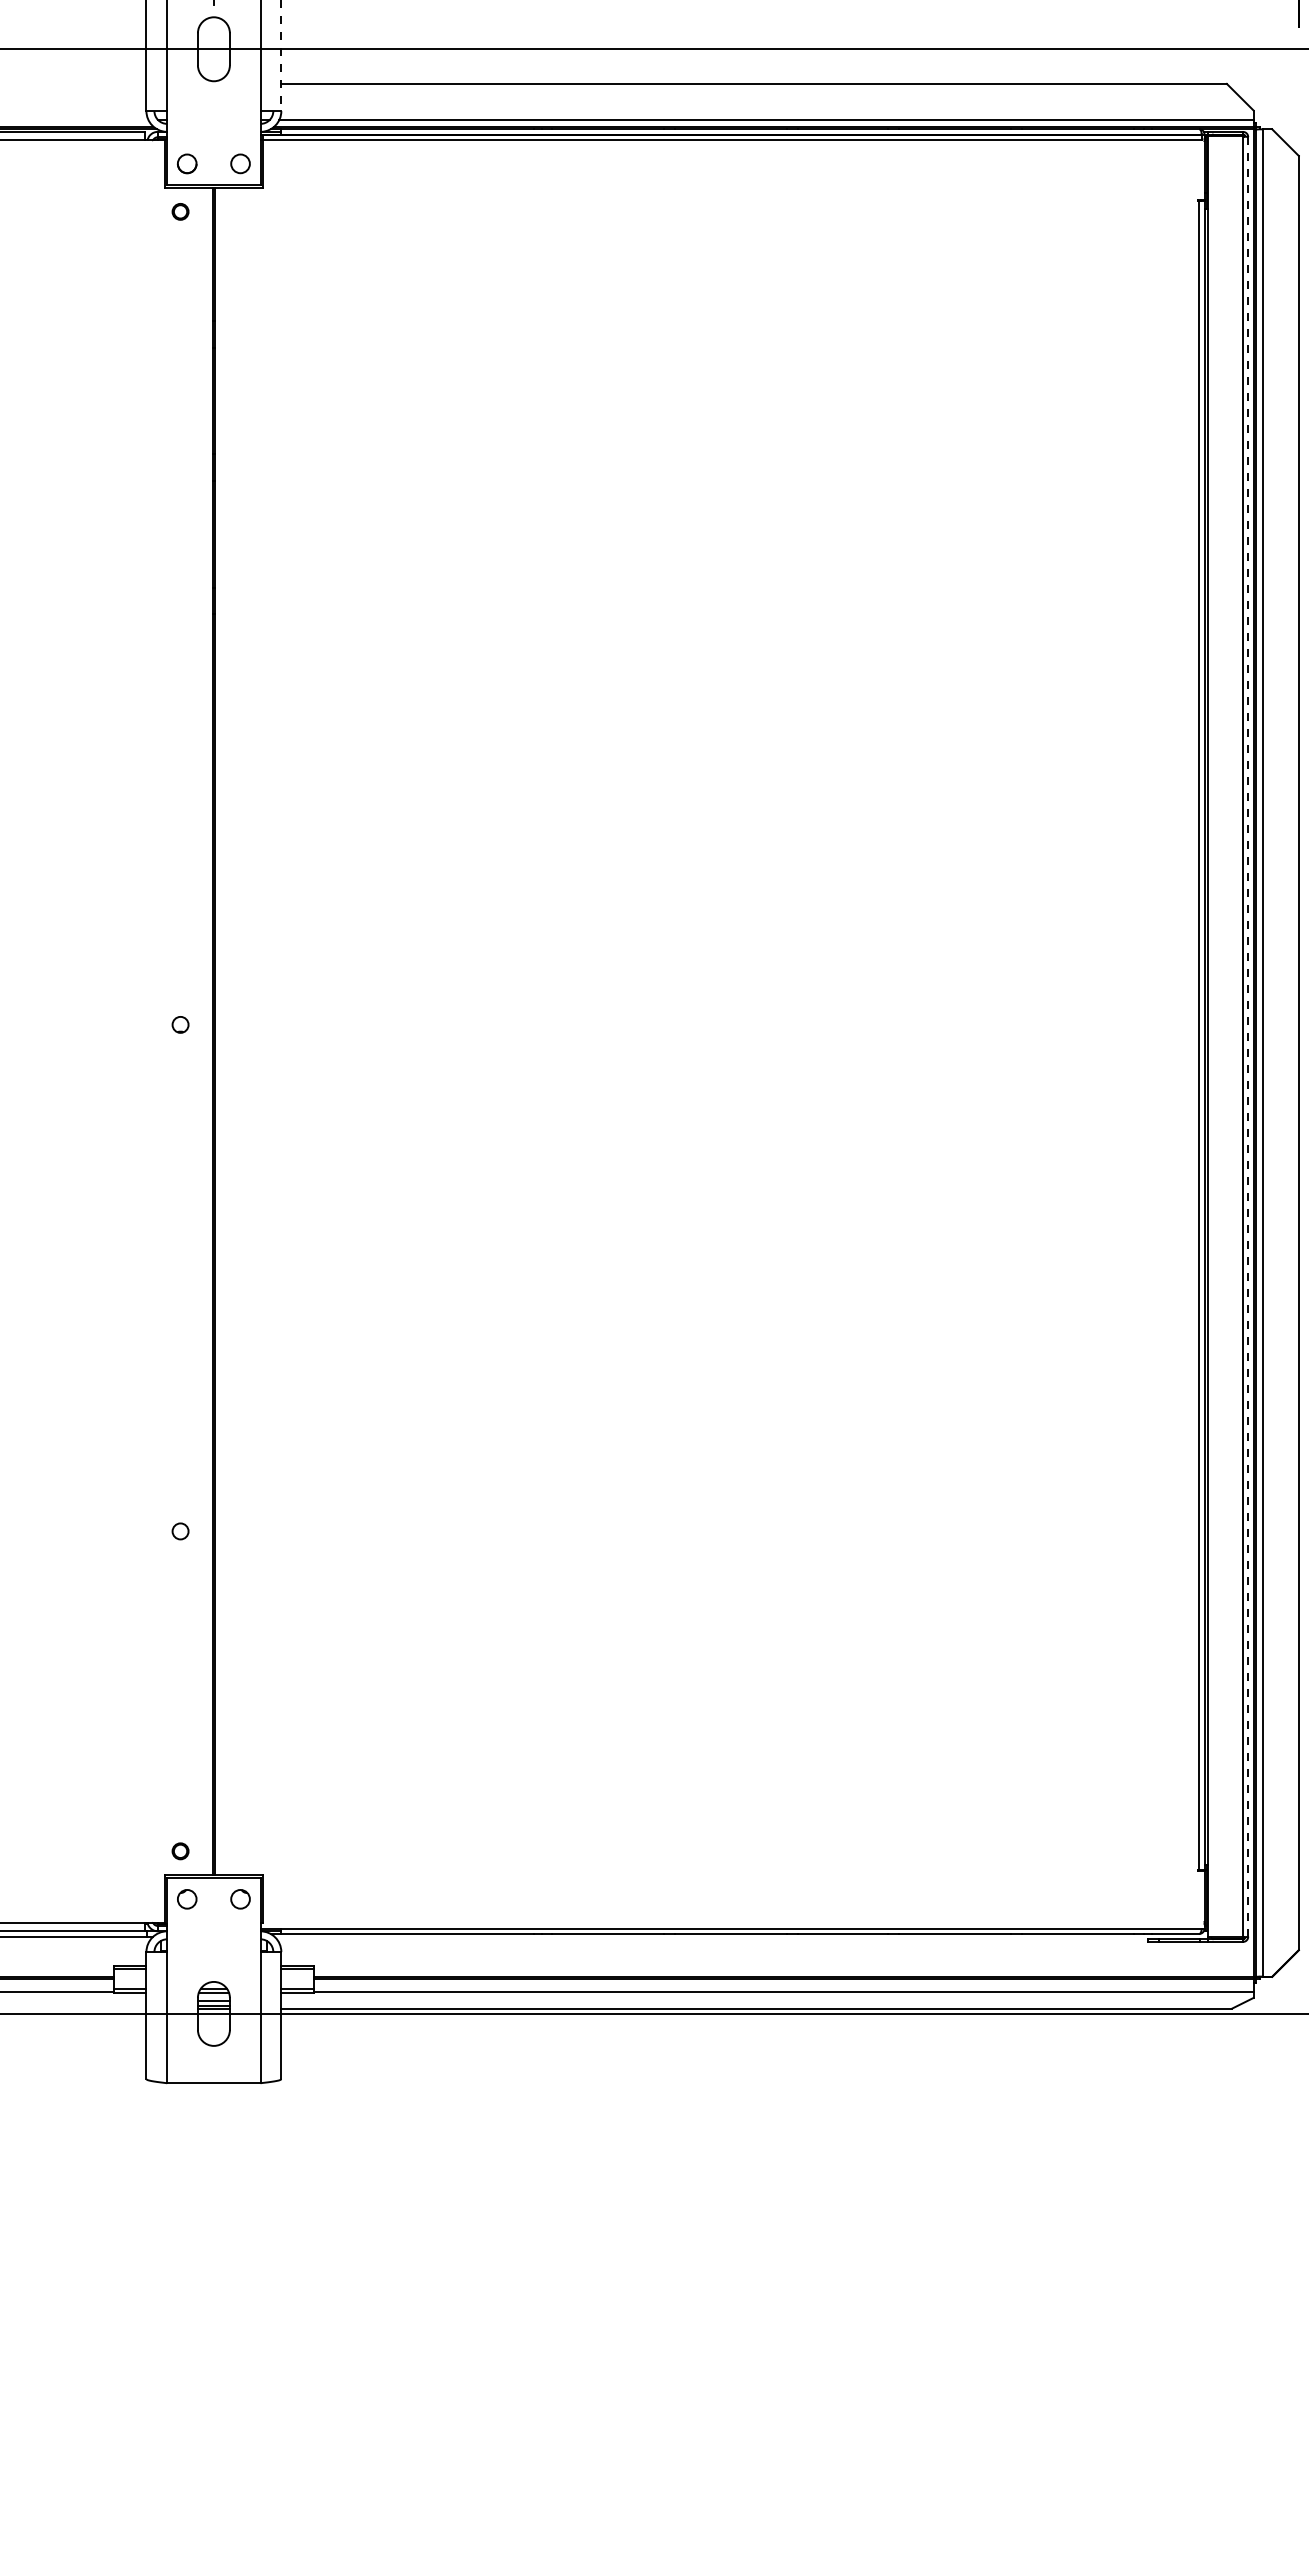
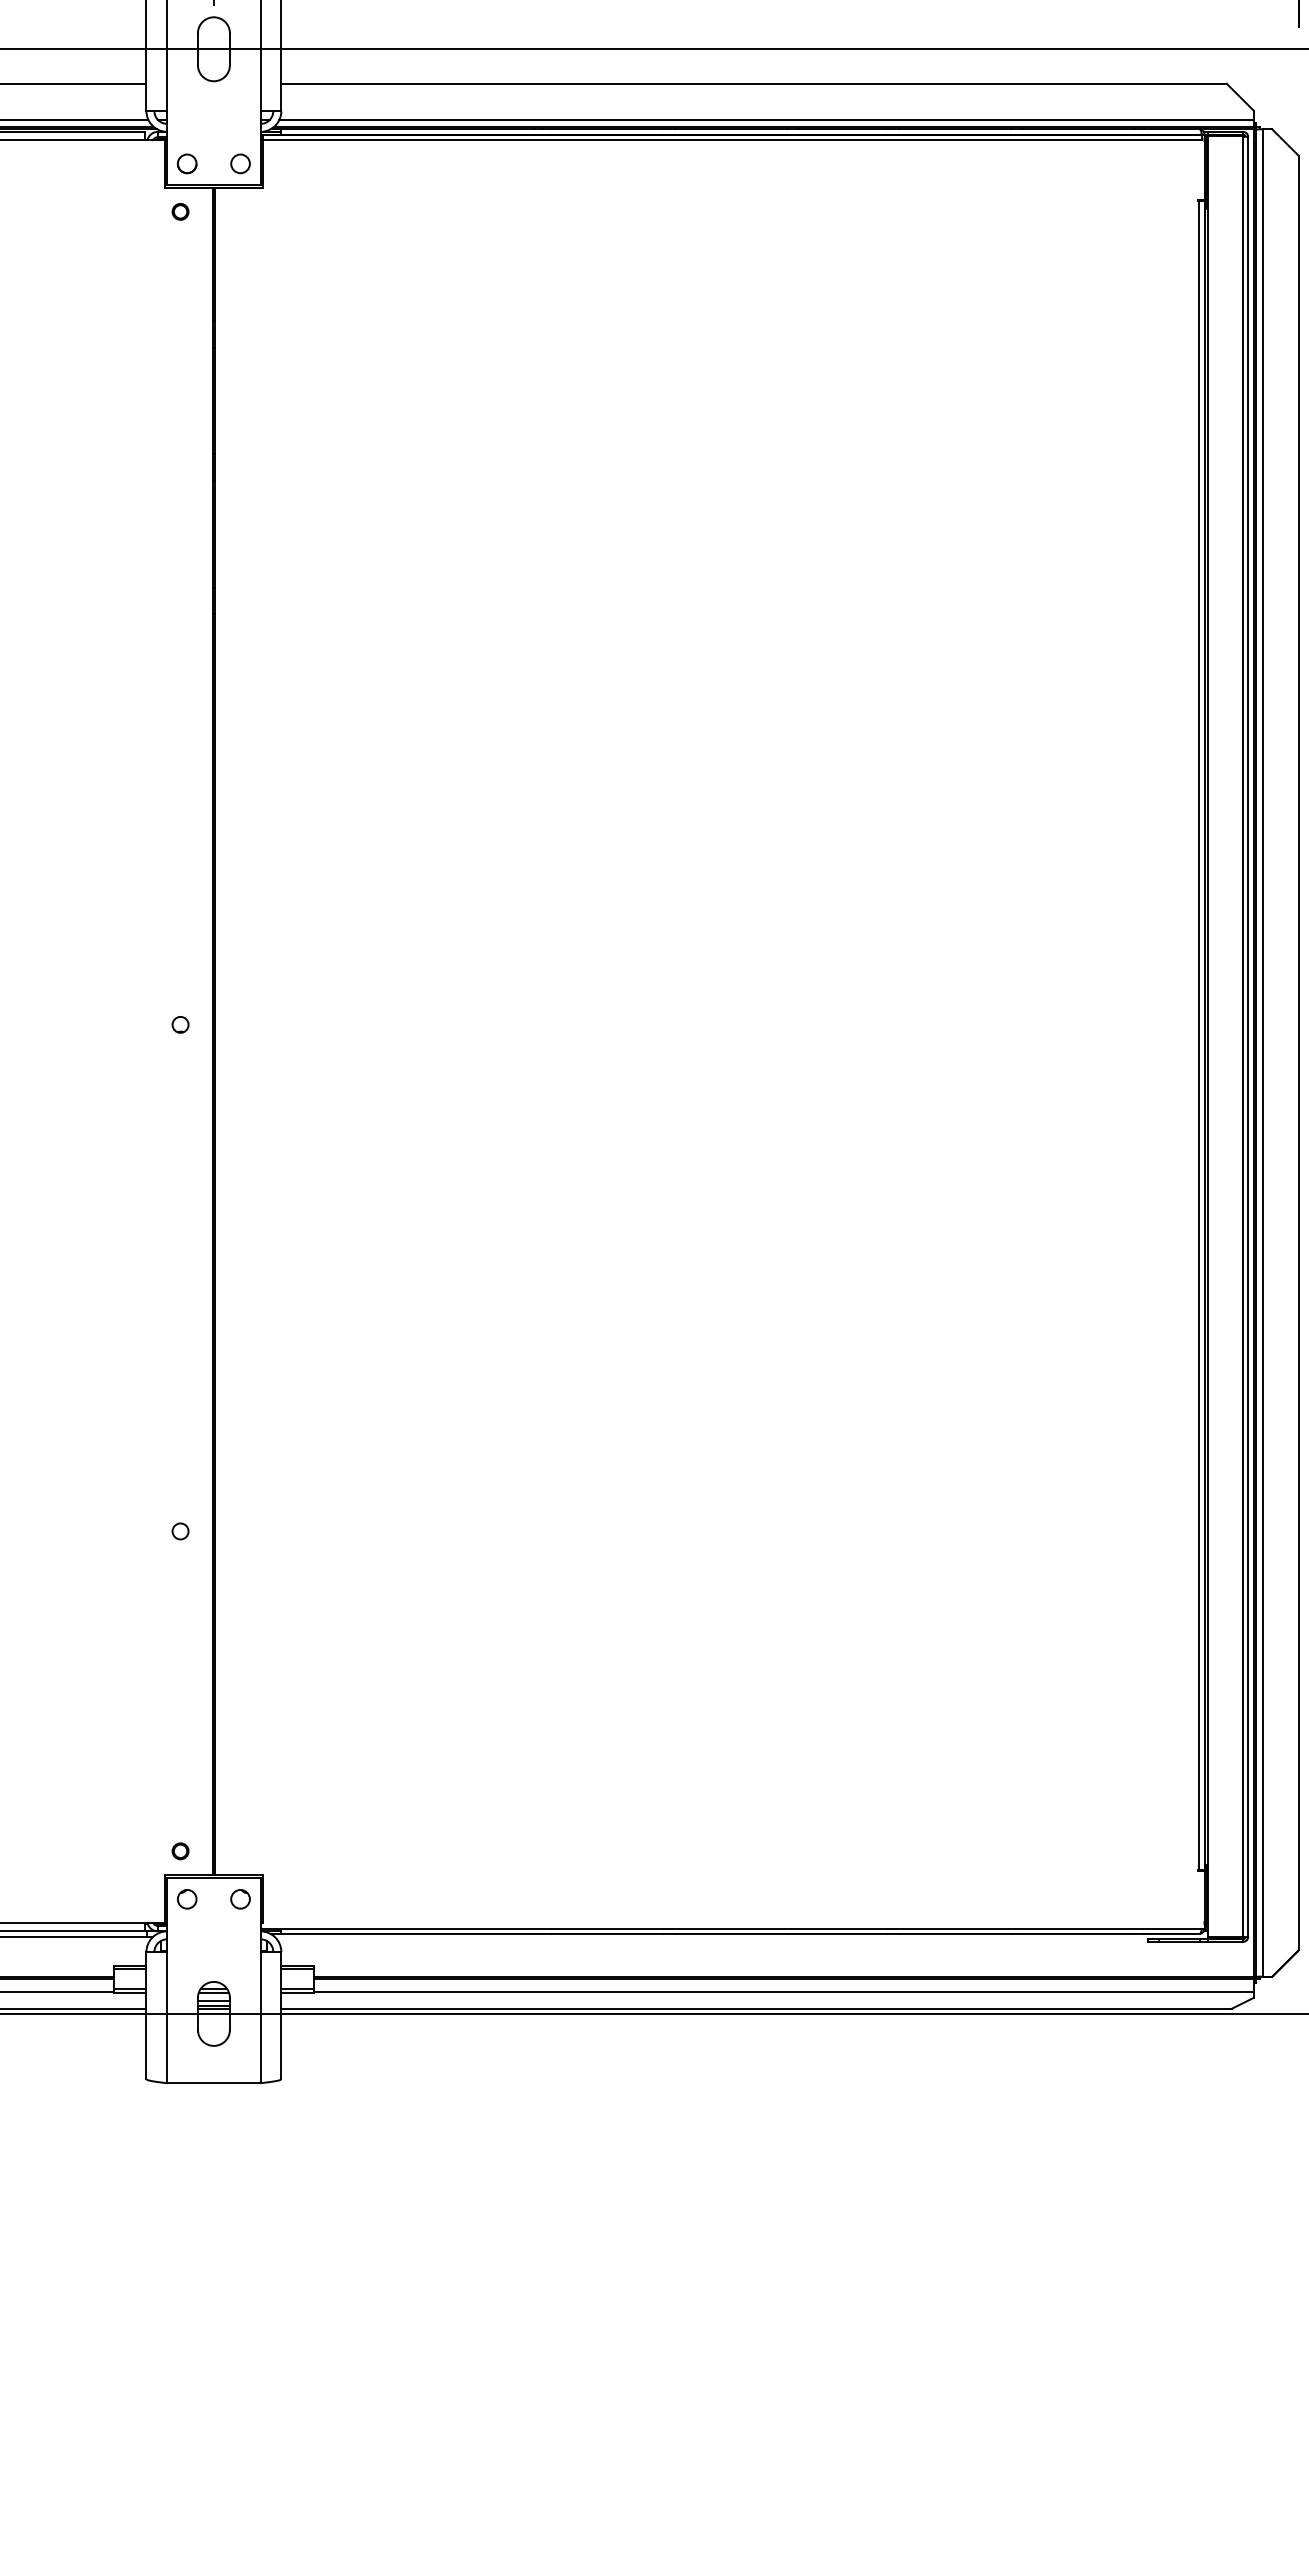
line at (281, 56): dashed -> solid
line at (74, 83): none -> present
line at (75, 119): none -> present
line at (1248, 1036): dashed -> solid
line at (74, 2008): none -> present
